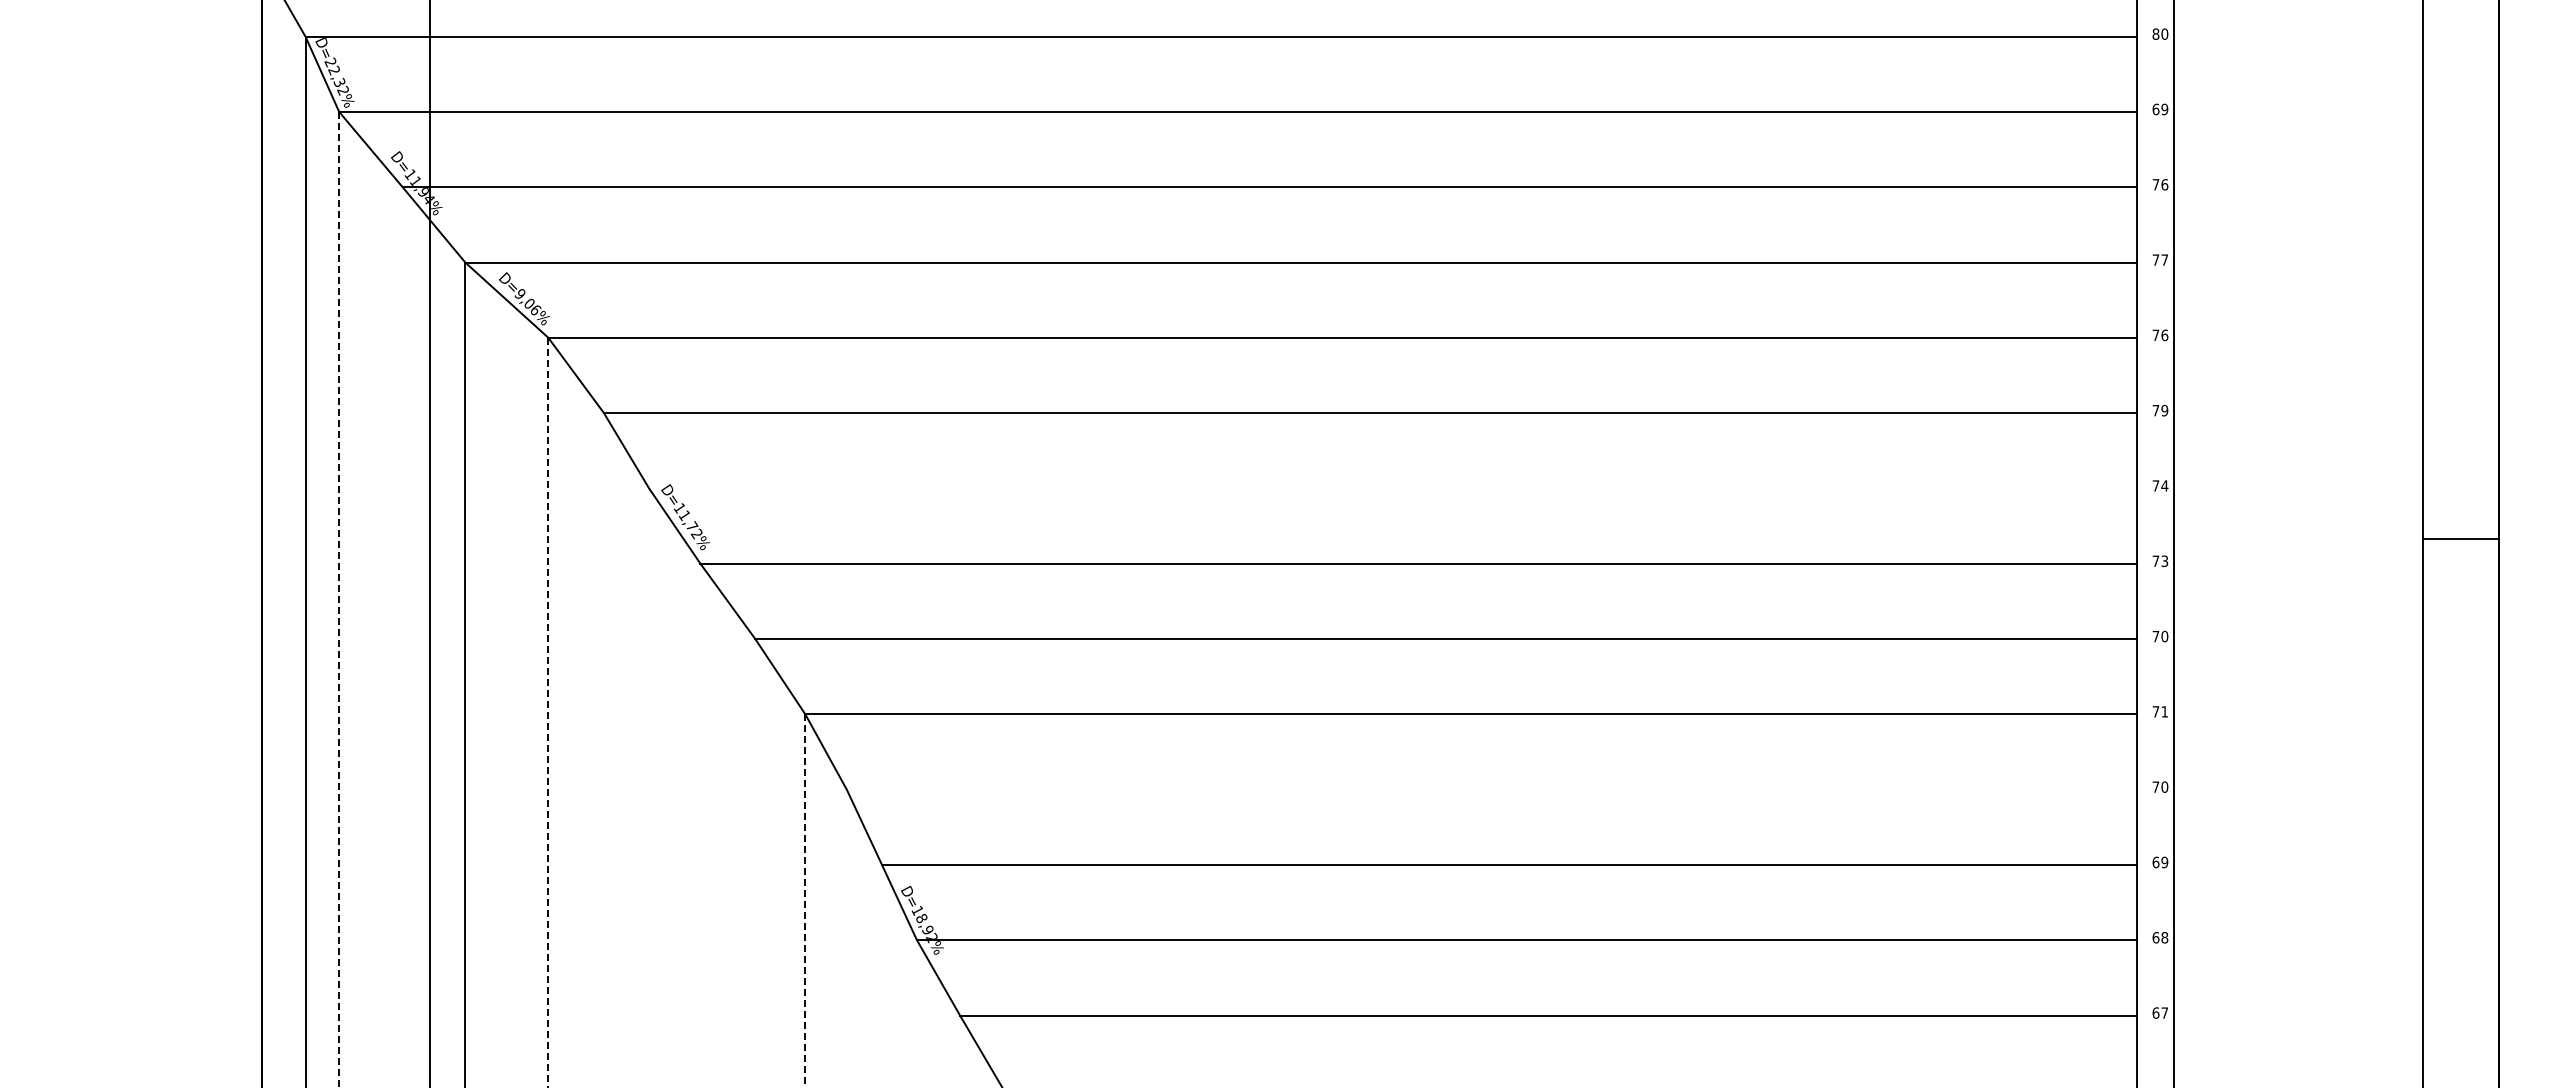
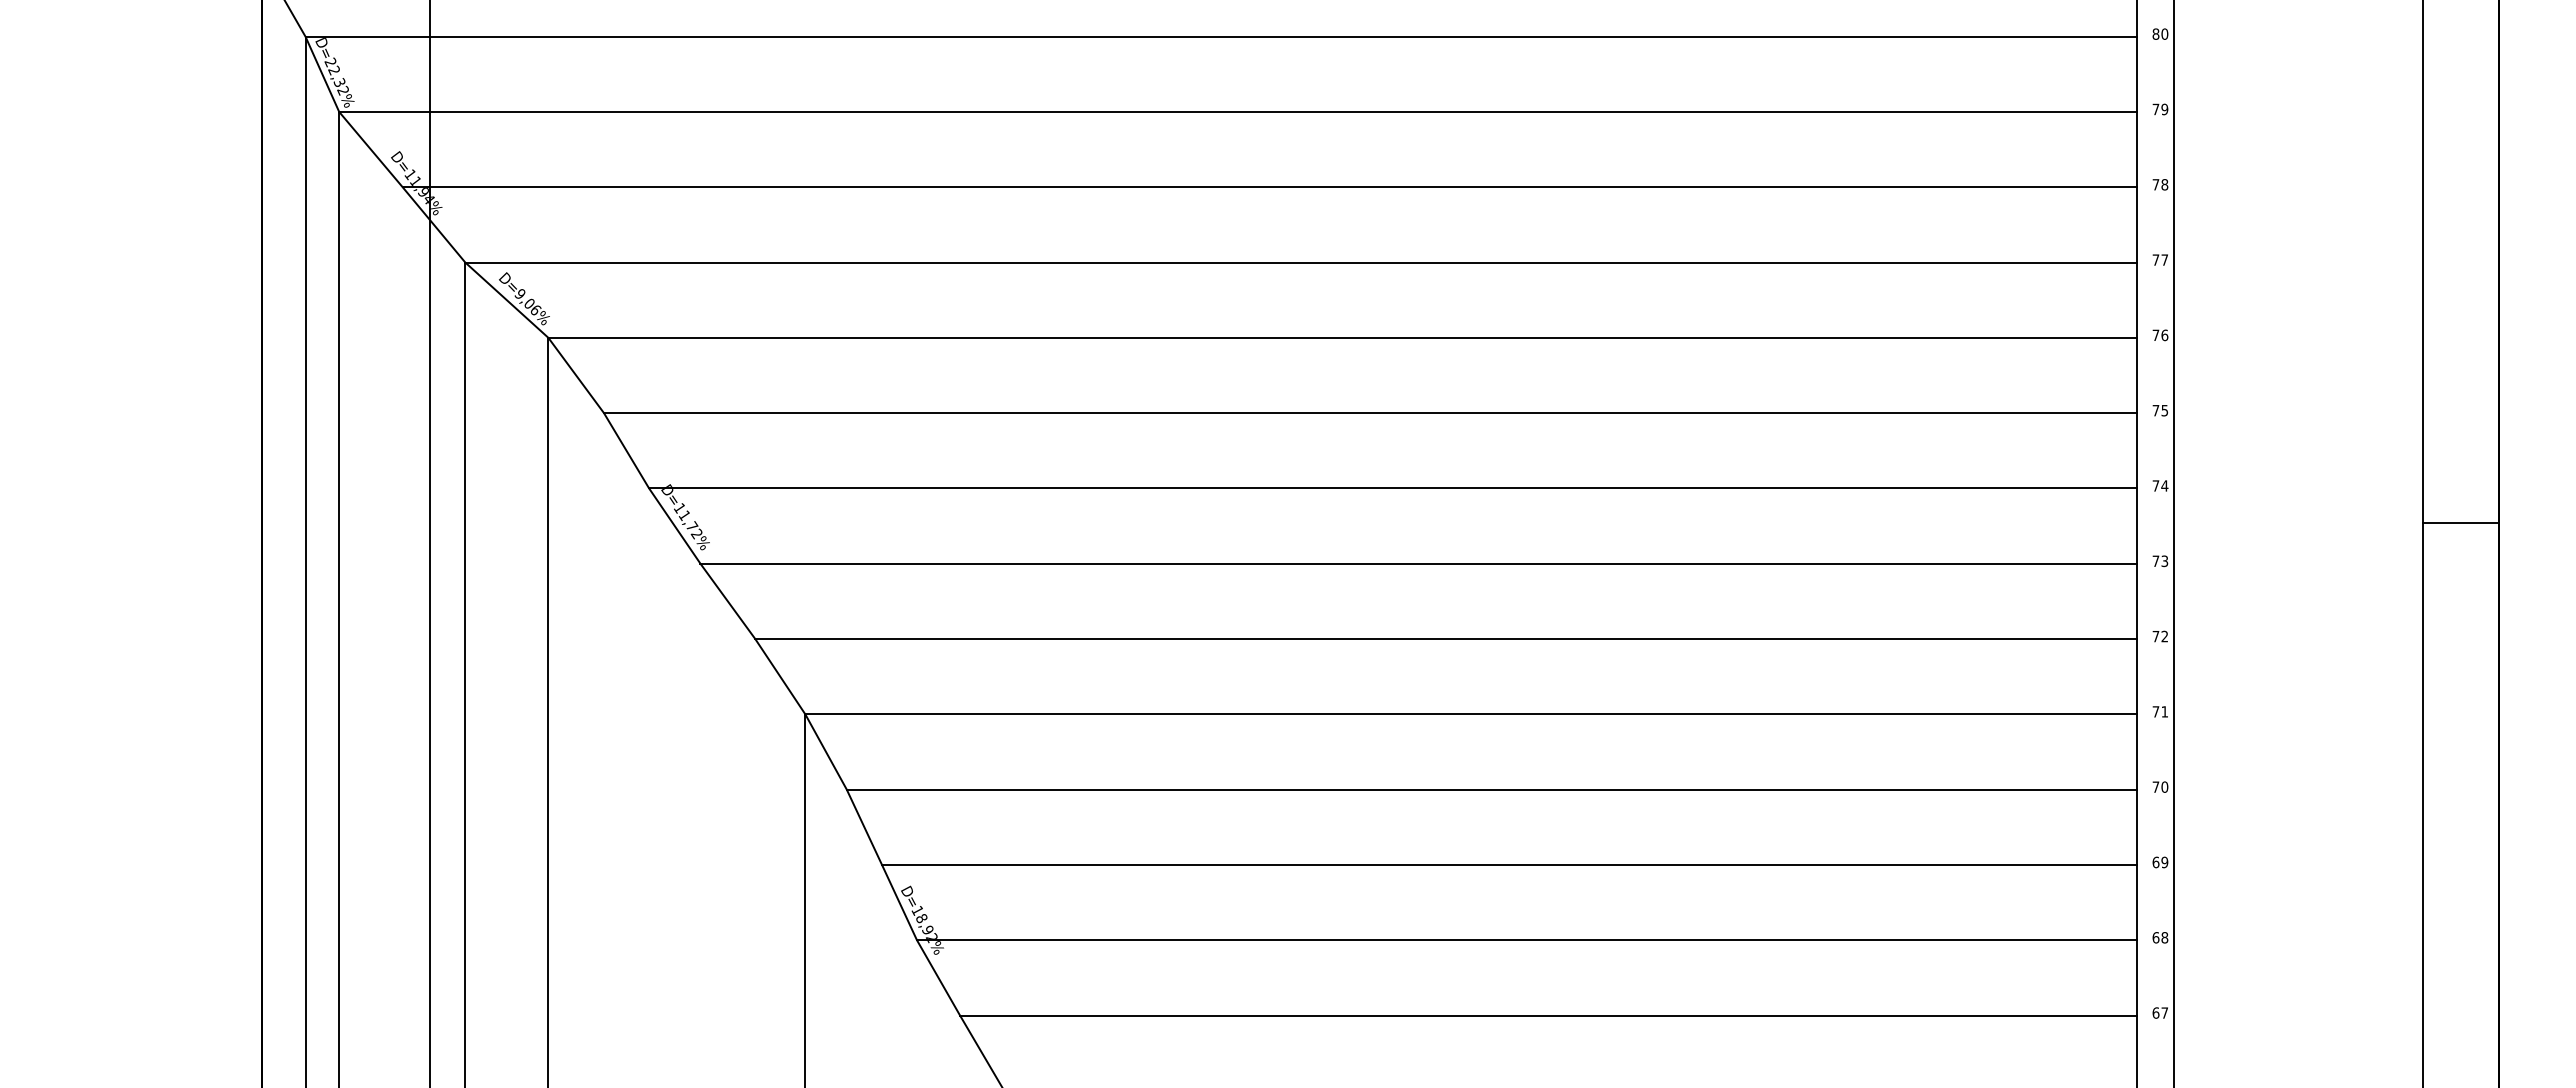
text at (2155, 109): 69 -> 79
text at (2164, 184): 76 -> 78
text at (2164, 410): 79 -> 75
line at (1392, 488): none -> present
line at (2460, 539) position: (2460, 539) -> (2460, 523)
line at (339, 599): dashed -> solid
text at (2164, 636): 70 -> 72
line at (548, 712): dashed -> solid
line at (1491, 789): none -> present
line at (805, 901): dashed -> solid
